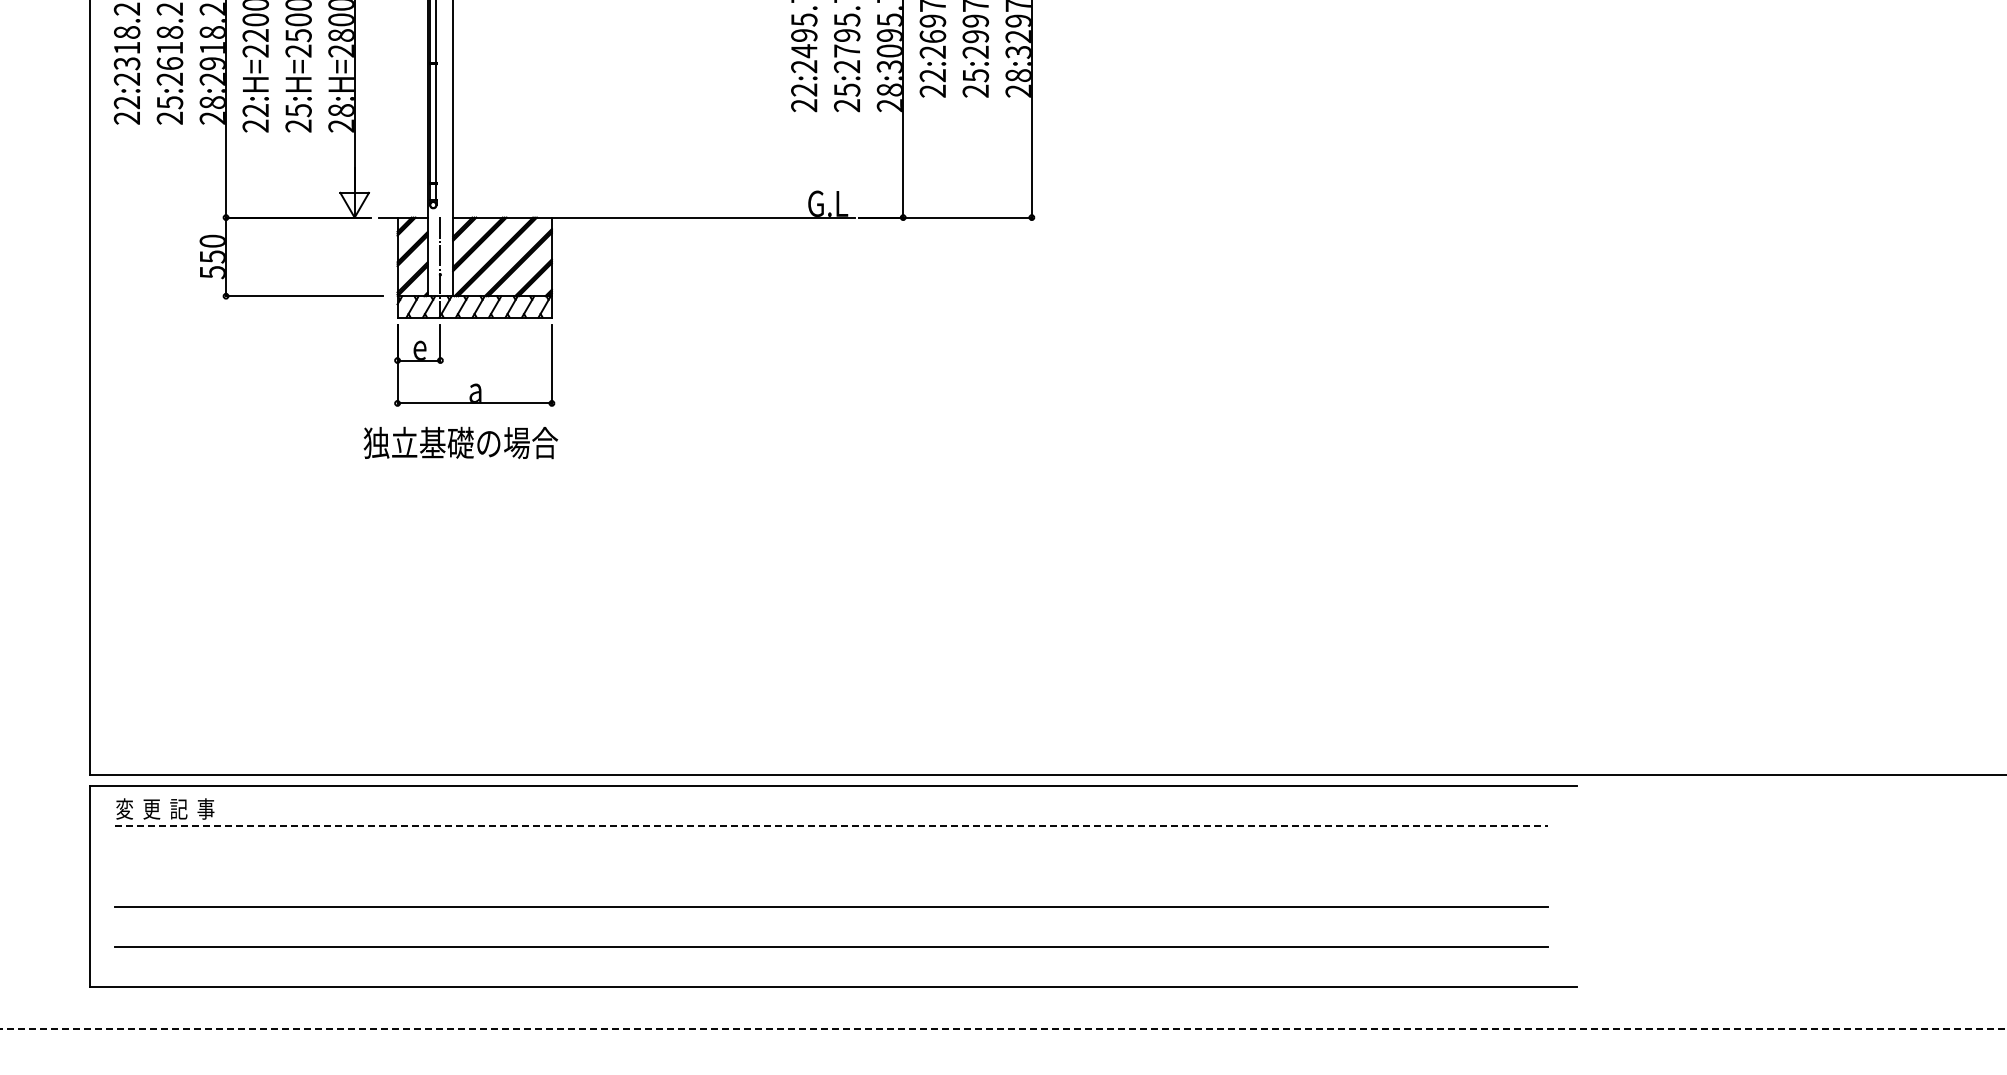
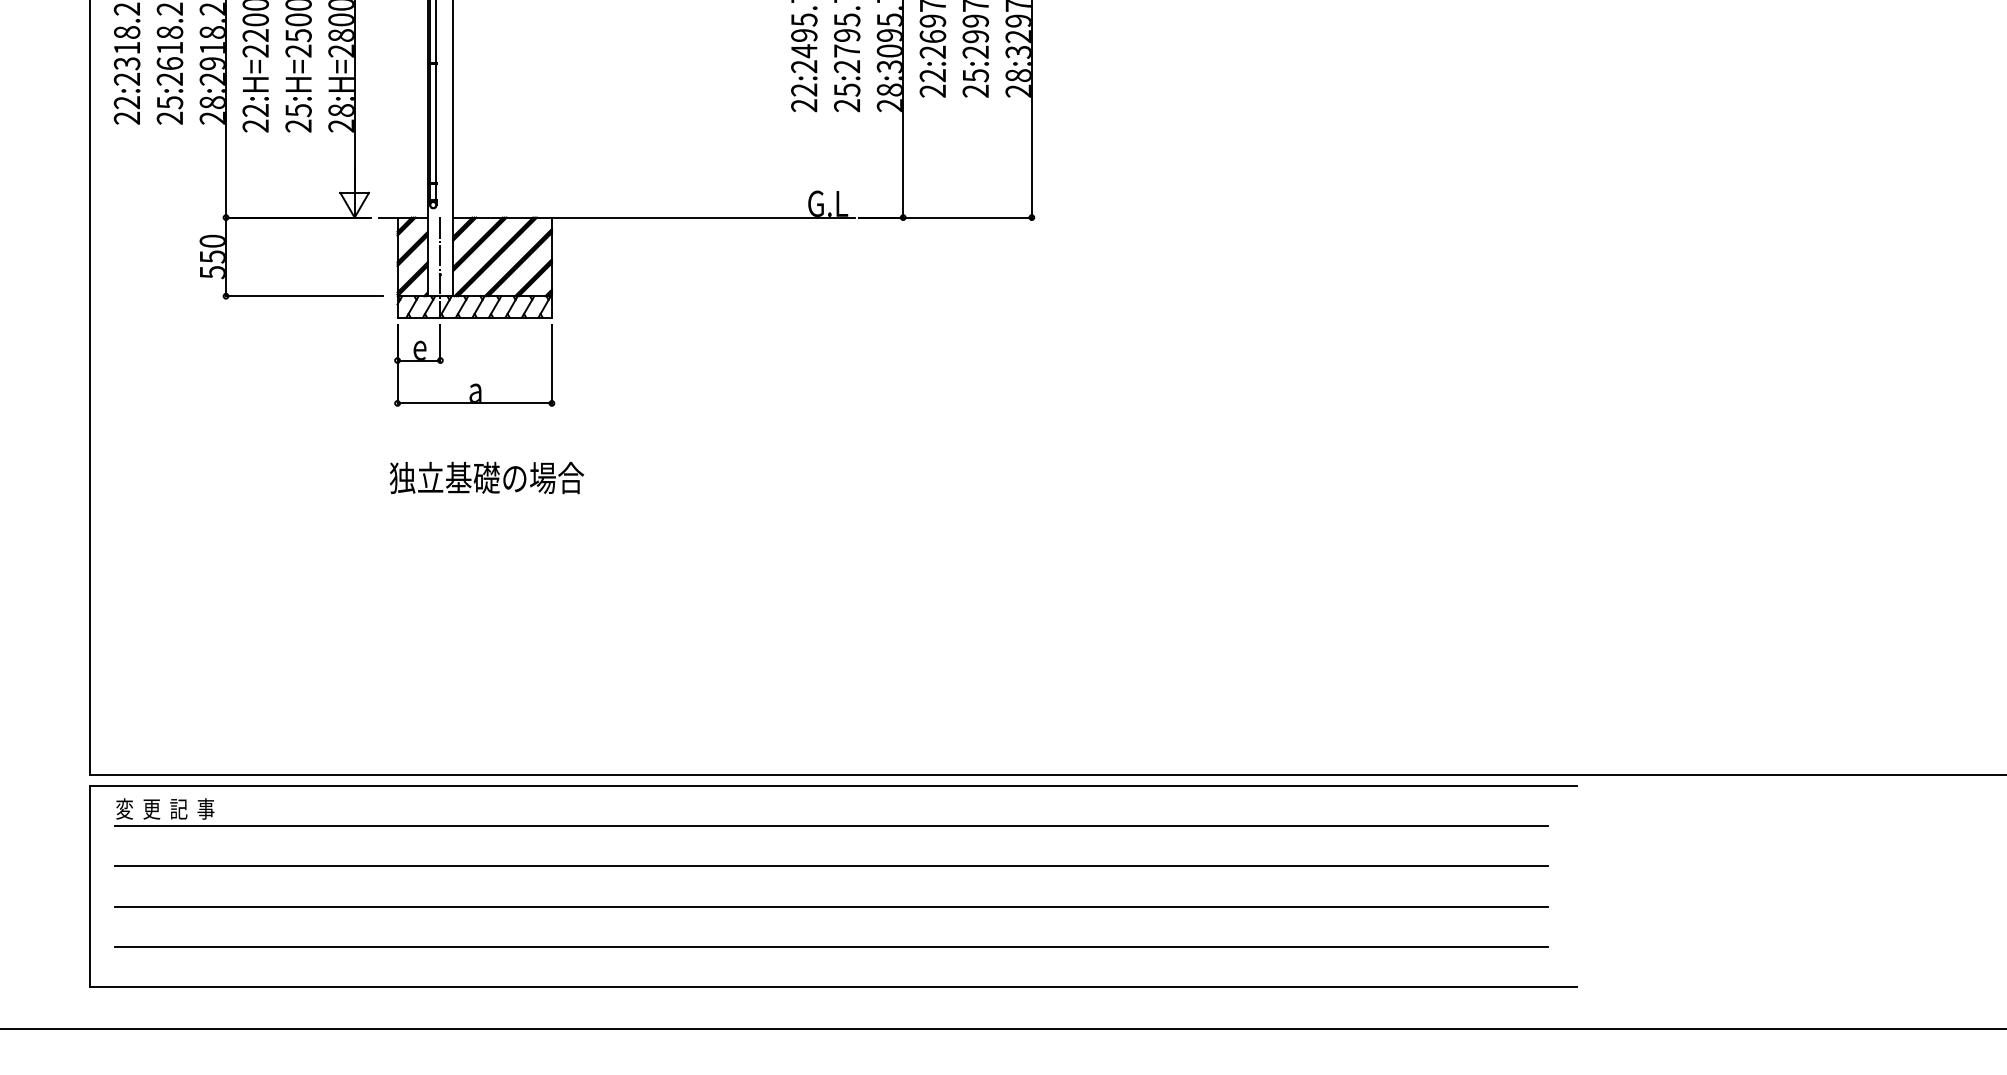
text at (460, 442) position: (460, 442) -> (486, 477)
line at (831, 826): dashed -> solid
line at (831, 866): none -> present
line at (1003, 1029): dashed -> solid
